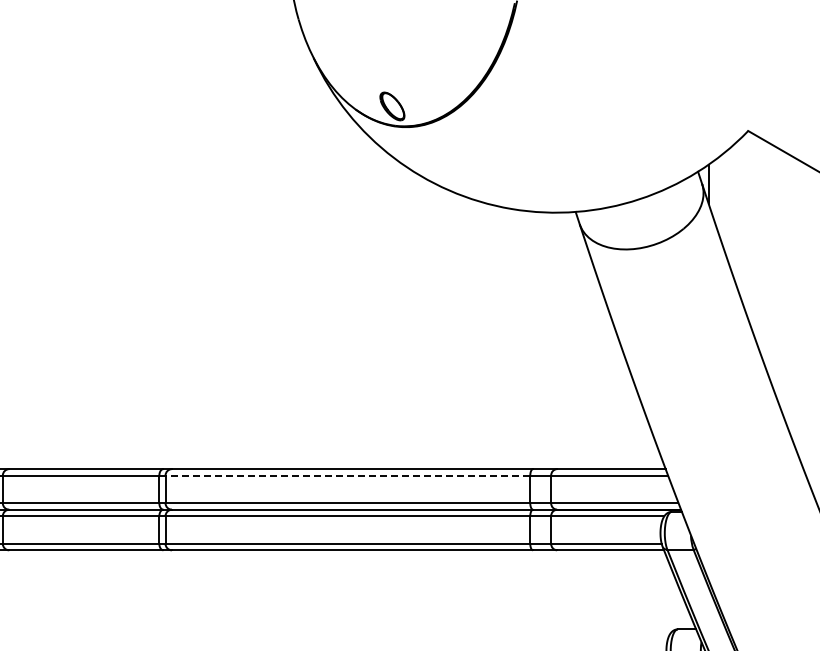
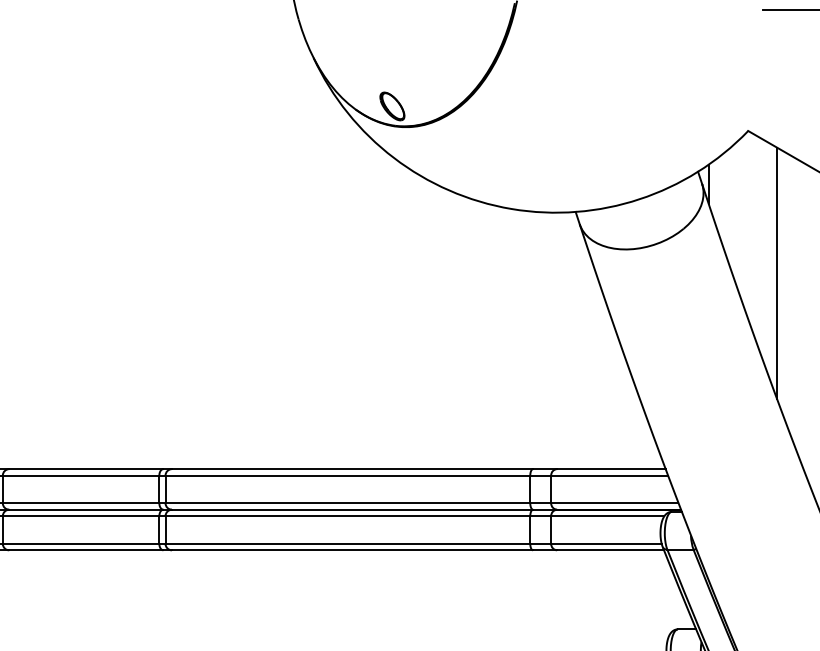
line at (789, 10): none -> present
line at (777, 273): none -> present
line at (347, 475): dashed -> solid
